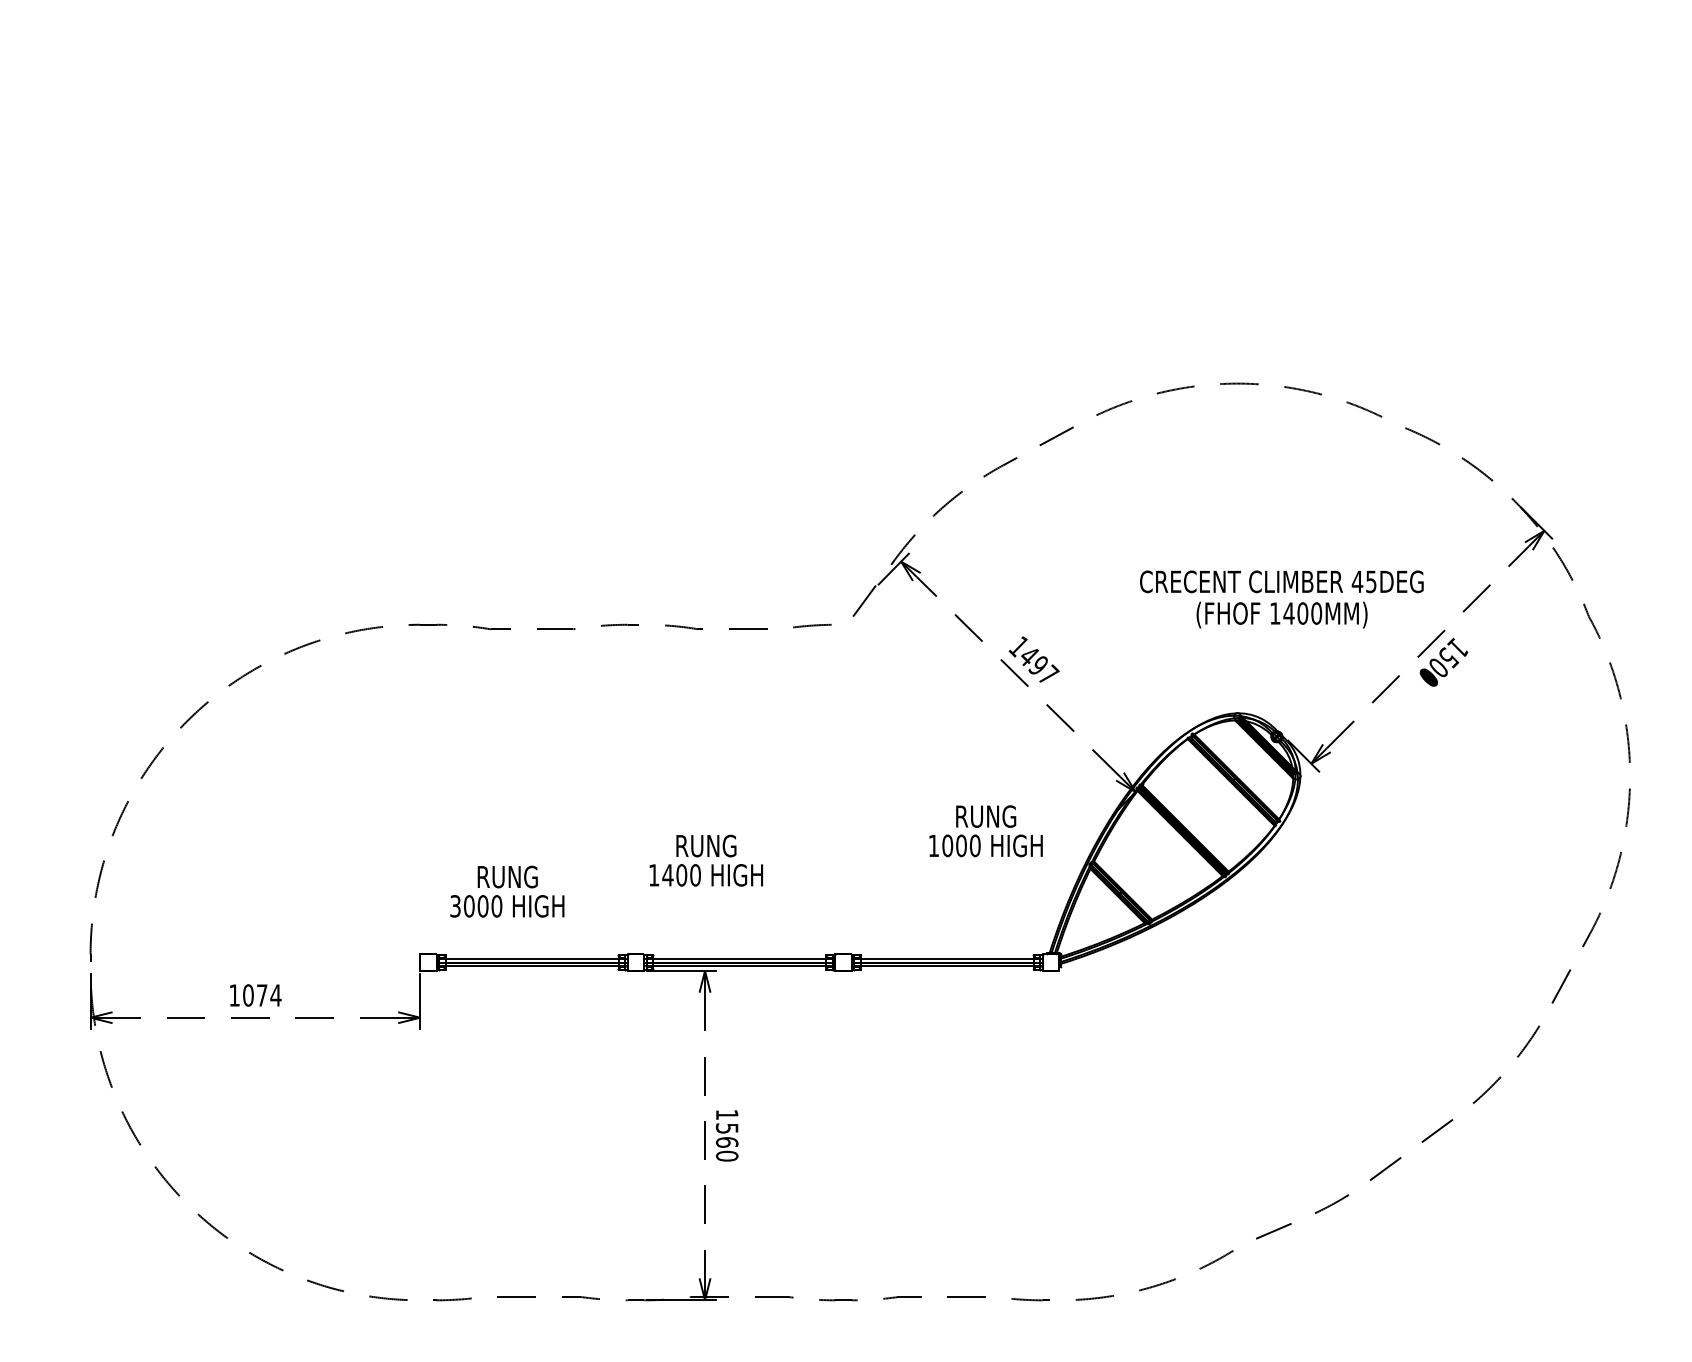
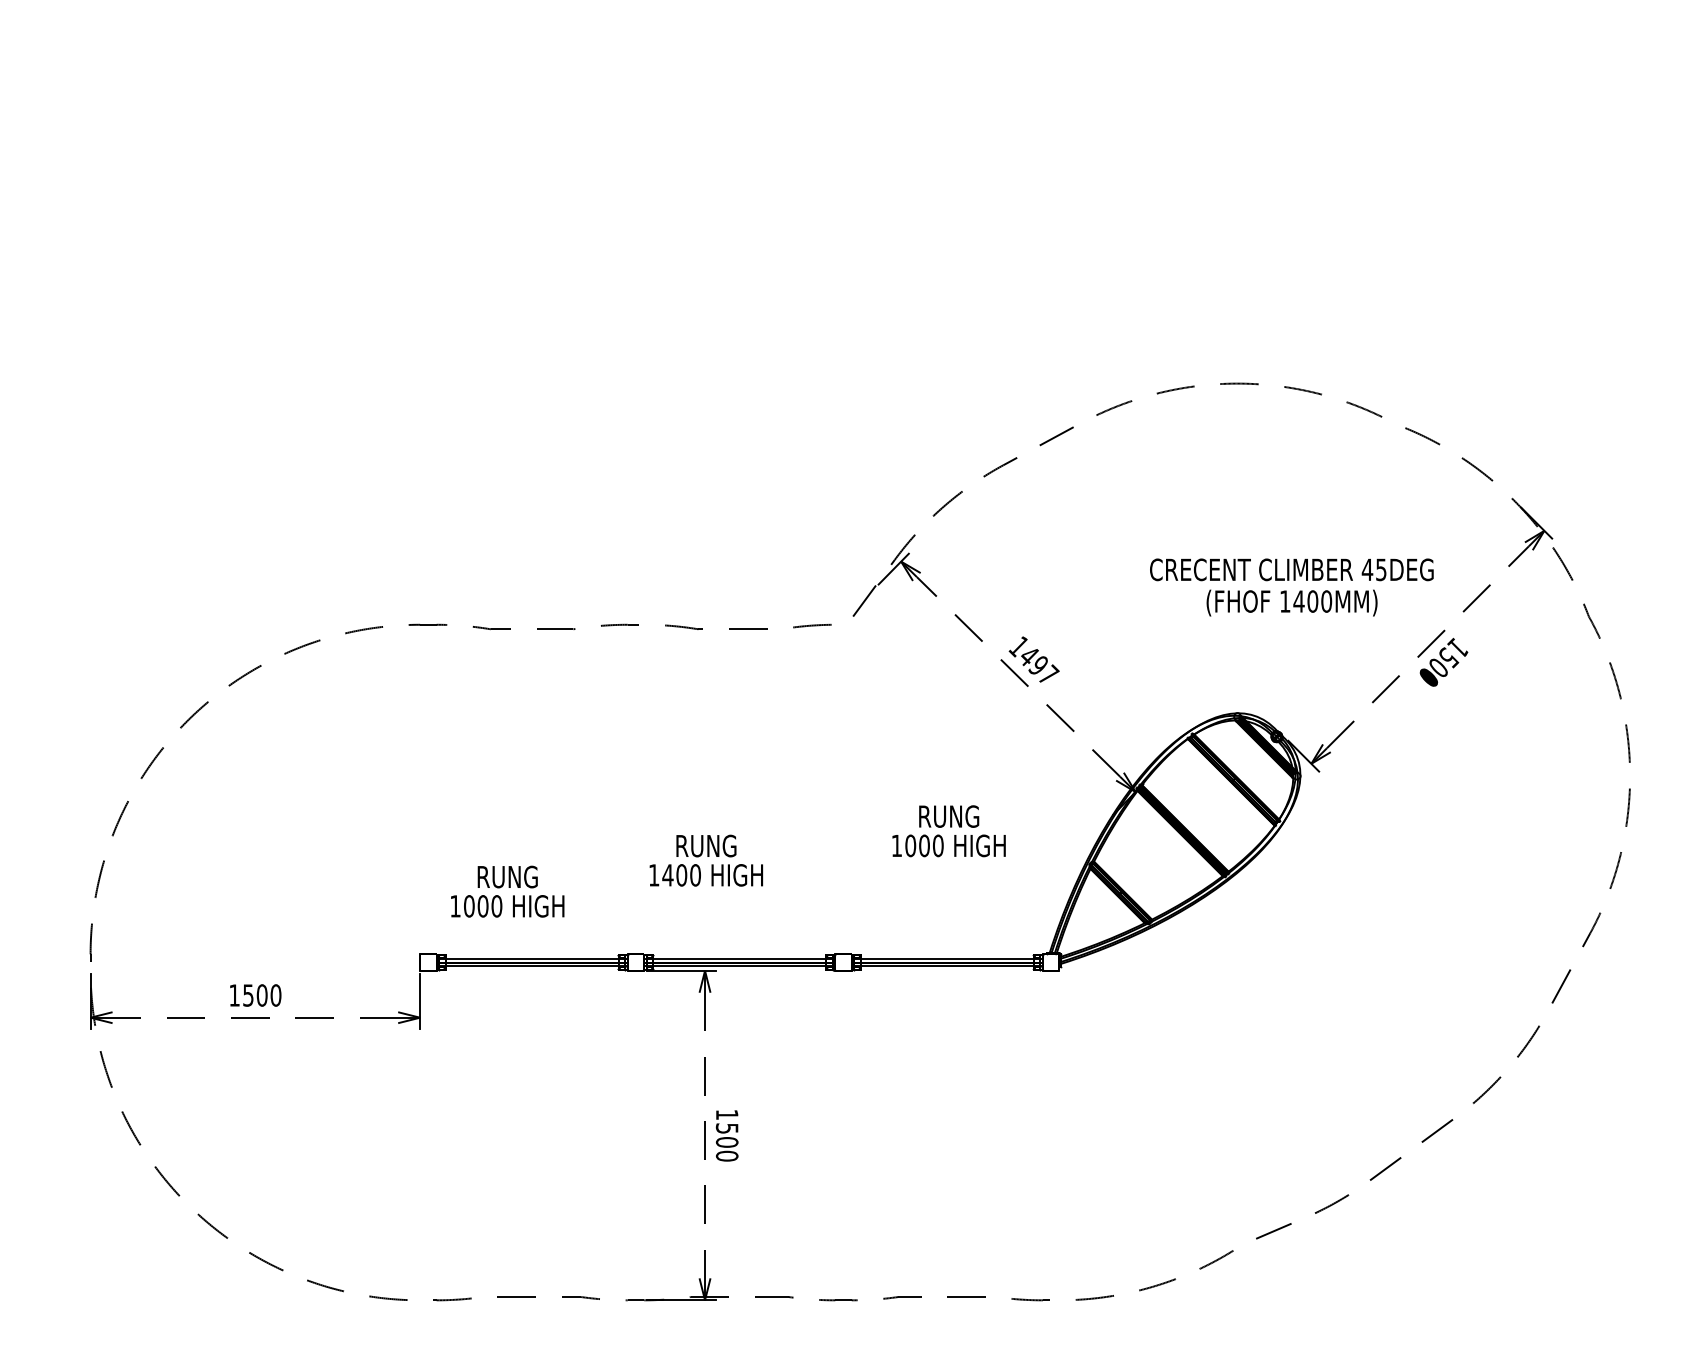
text at (1281, 599) position: (1281, 599) -> (1291, 587)
text at (985, 831) position: (985, 831) -> (948, 831)
text at (455, 906): 3000 -> 1000
text at (262, 995): 1074 -> 1500
text at (727, 1142): 1560 -> 1500
